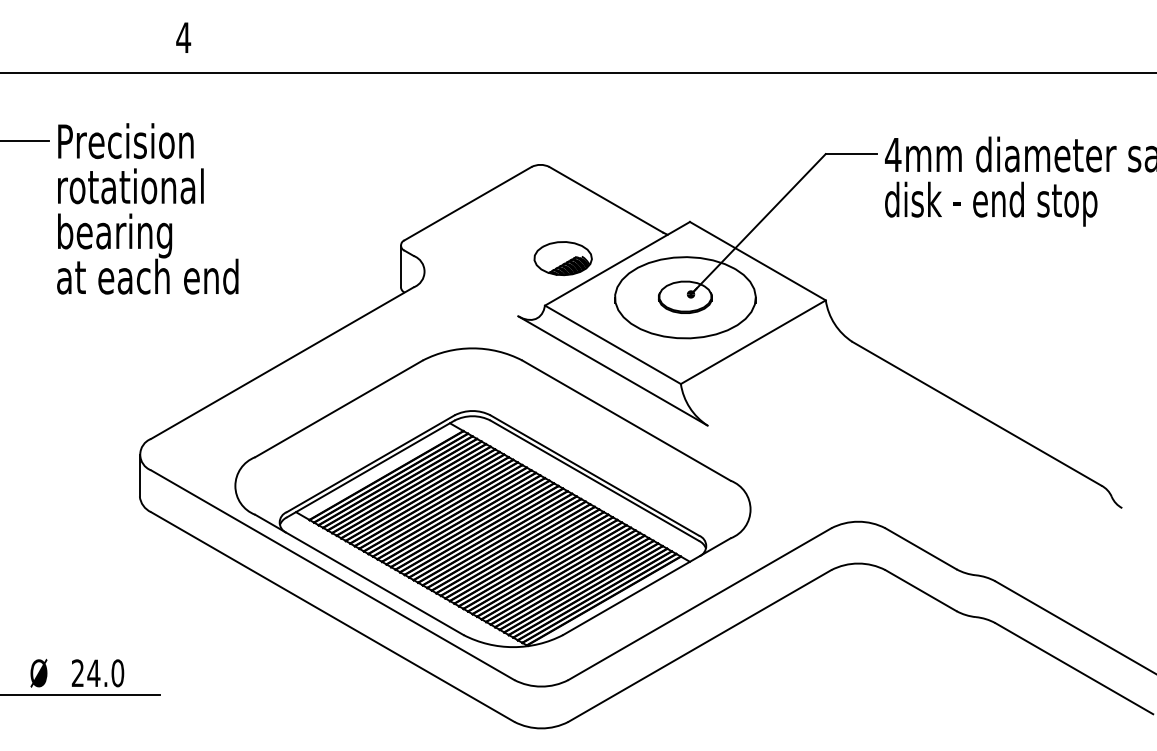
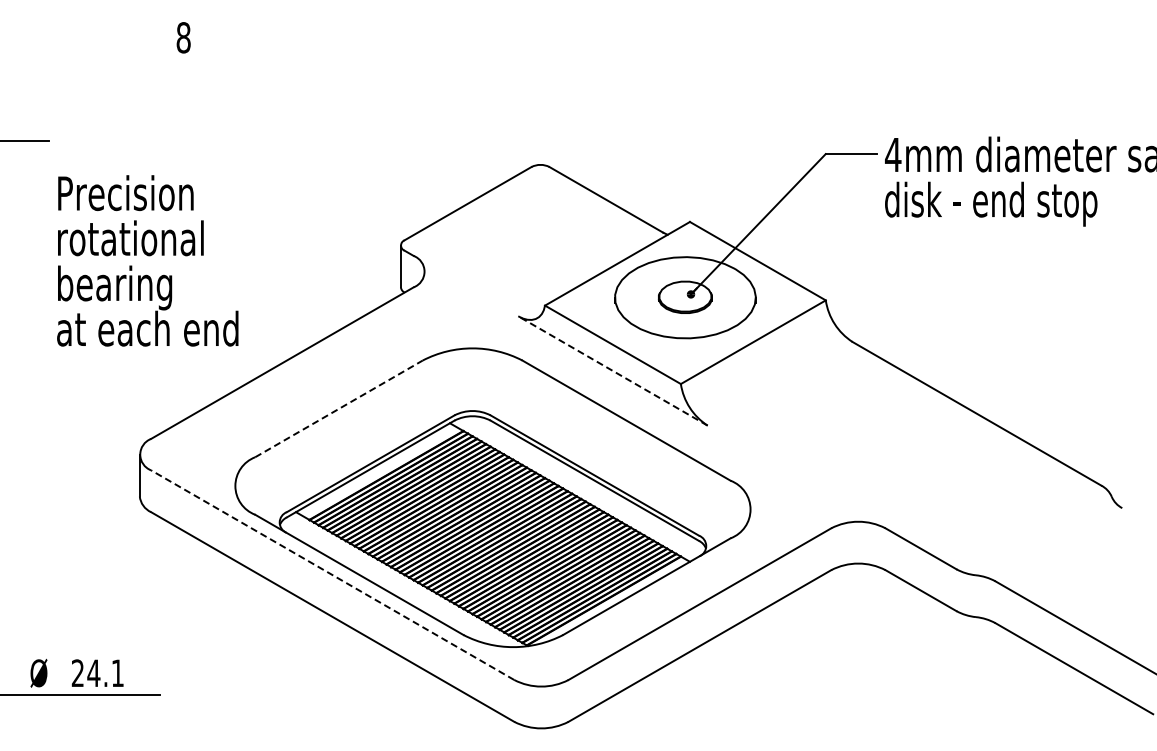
text at (183, 37): 4 -> 8
line at (577, 72): present -> none
text at (147, 208) position: (147, 208) -> (147, 260)
part at (562, 258): present -> none
line at (612, 370): solid -> dashed
line at (339, 408): solid -> dashed
line at (332, 575): solid -> dashed
text at (117, 673): 24.0 -> 24.1
